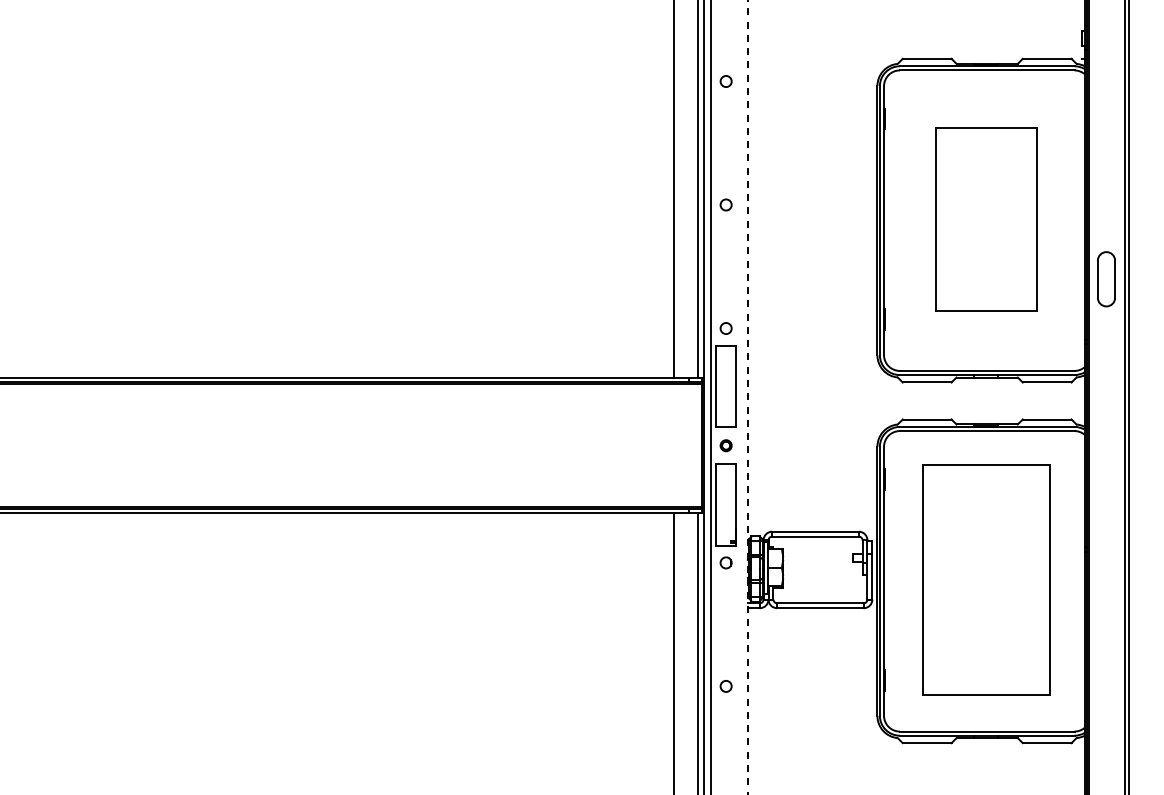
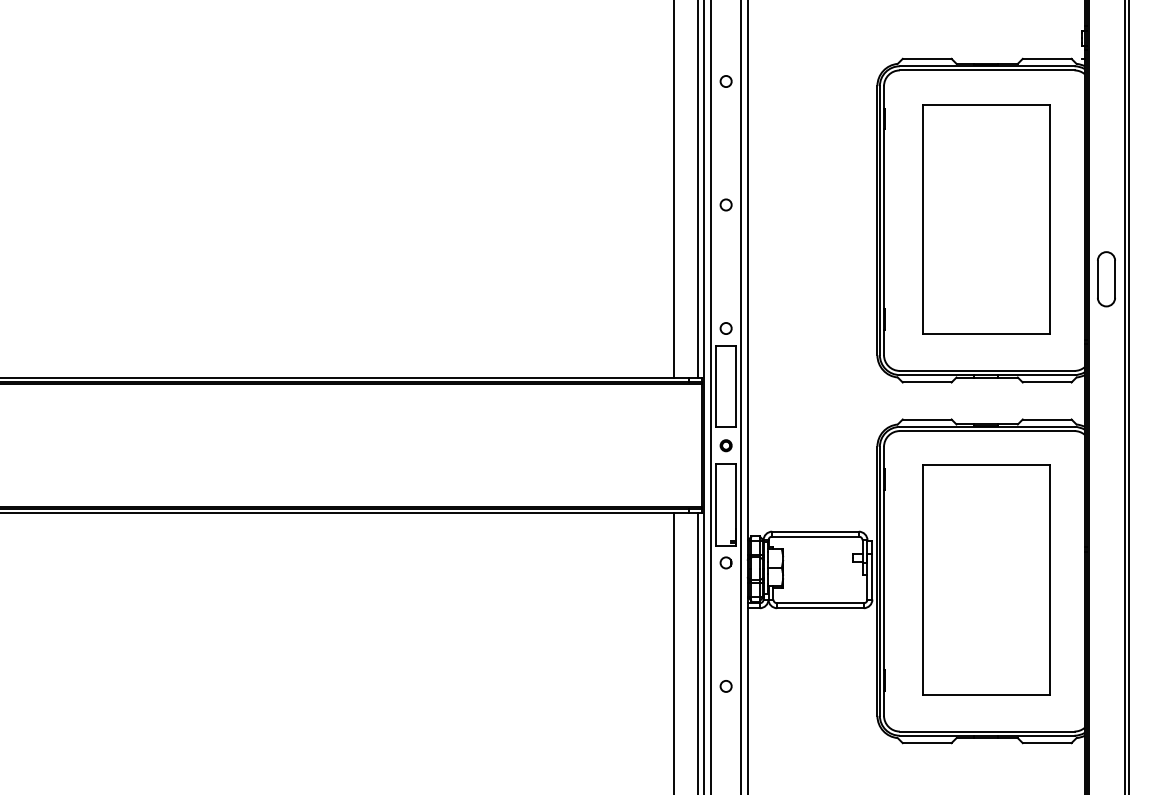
part at (986, 219) size: 103x185 px -> 129x231 px
line at (740, 396): none -> present
line at (747, 397): dashed -> solid
